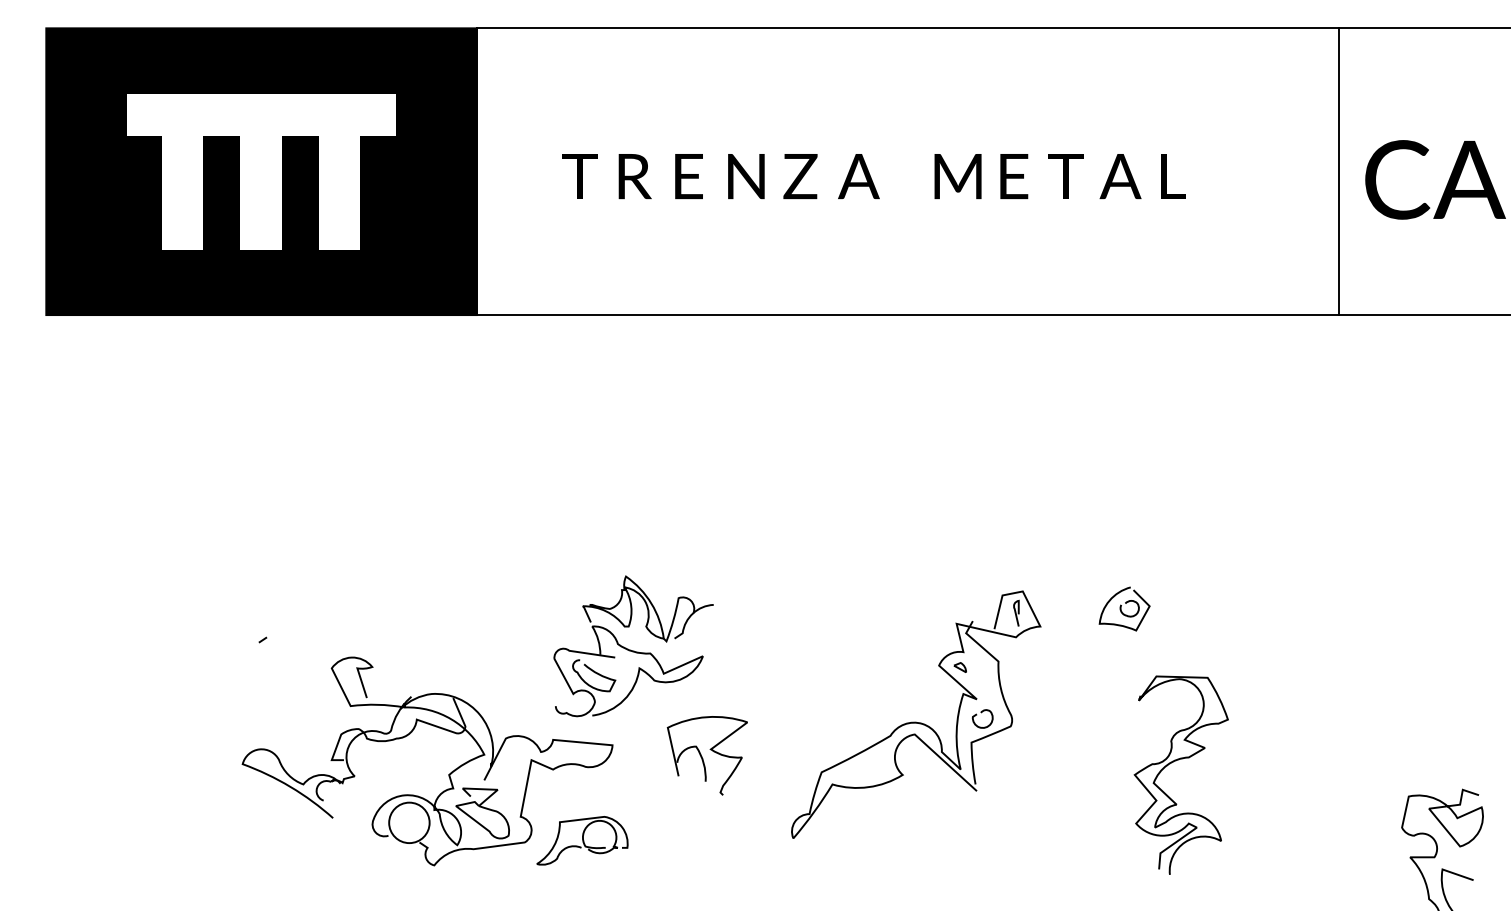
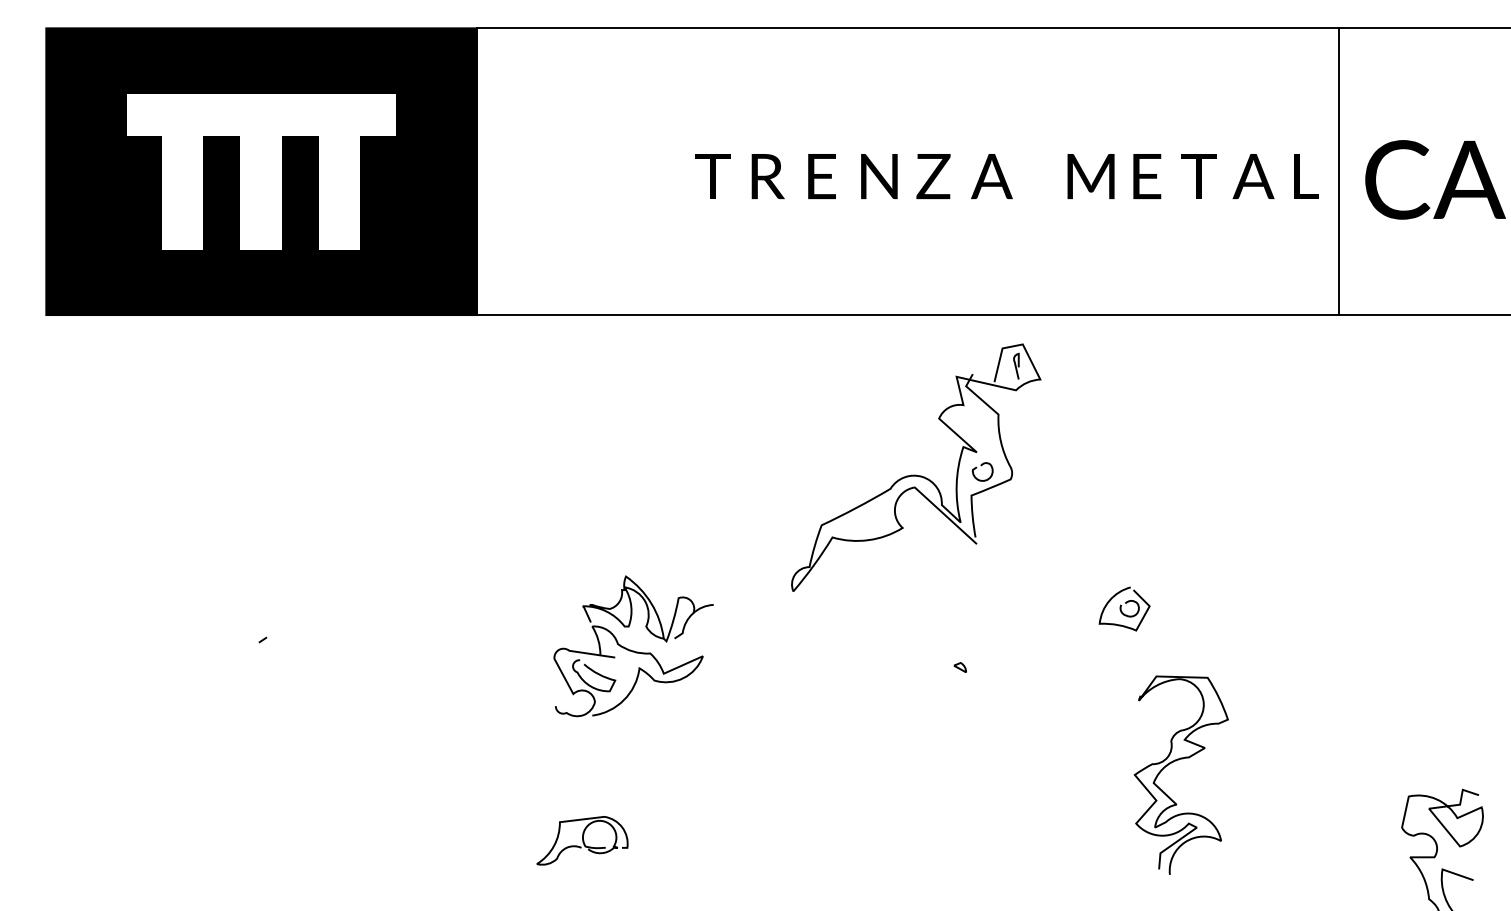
text at (873, 176) position: (873, 176) -> (1006, 176)
part at (916, 721) position: (916, 721) -> (916, 474)
part at (706, 755): present -> none
part at (448, 774): present -> none
